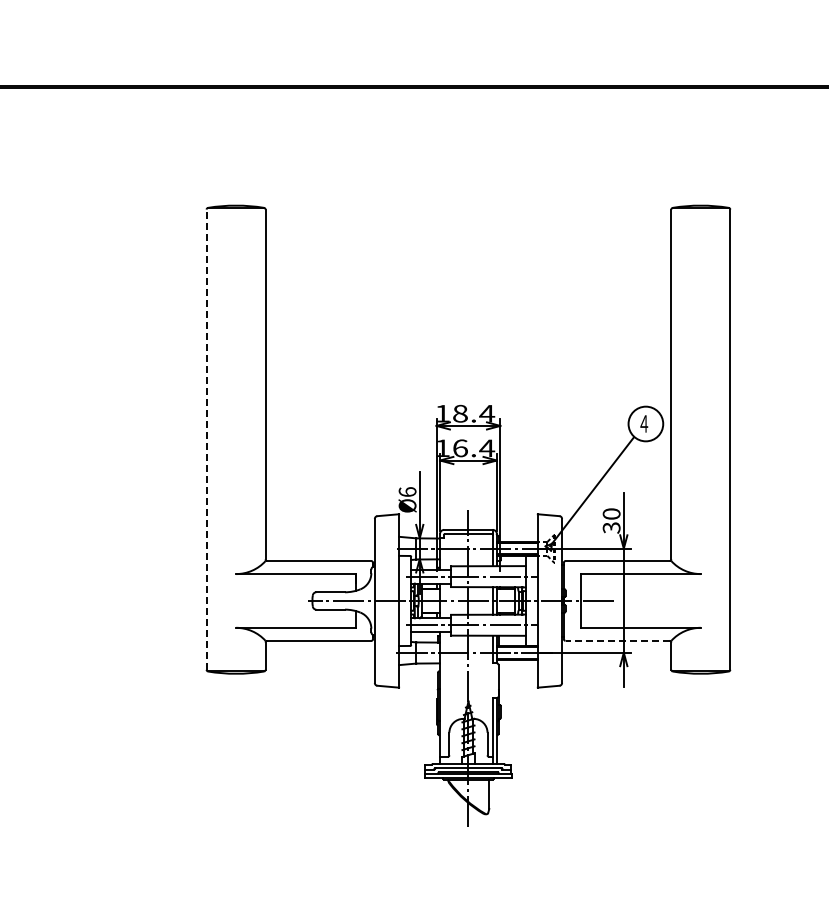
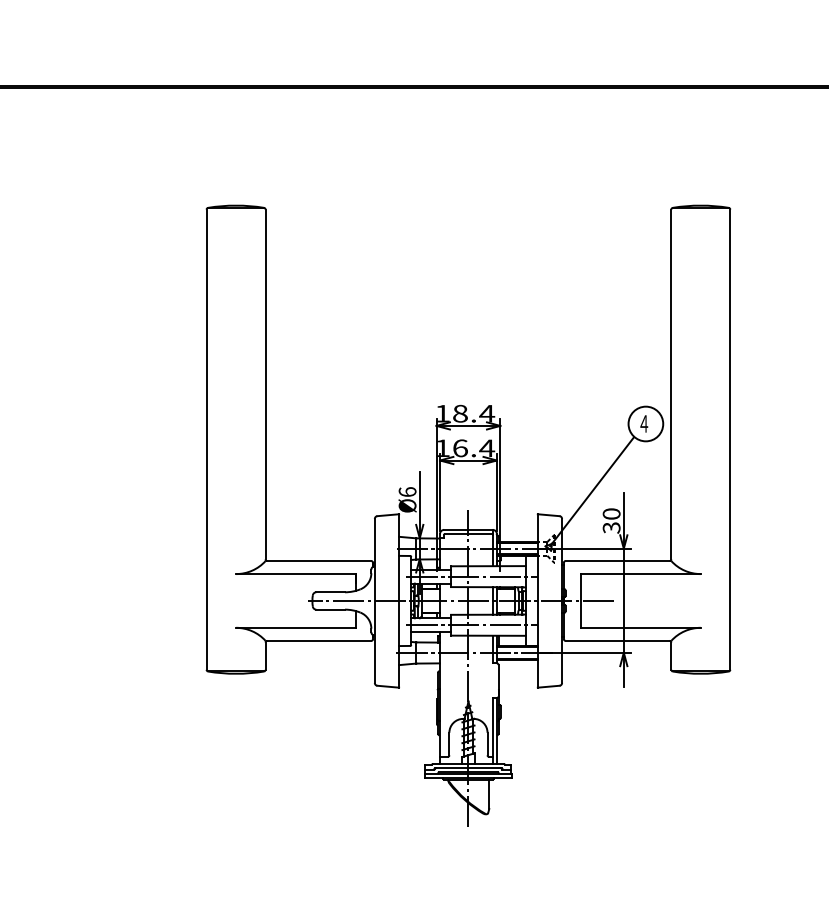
line at (206, 439): dashed -> solid
line at (617, 640): dashed -> solid
